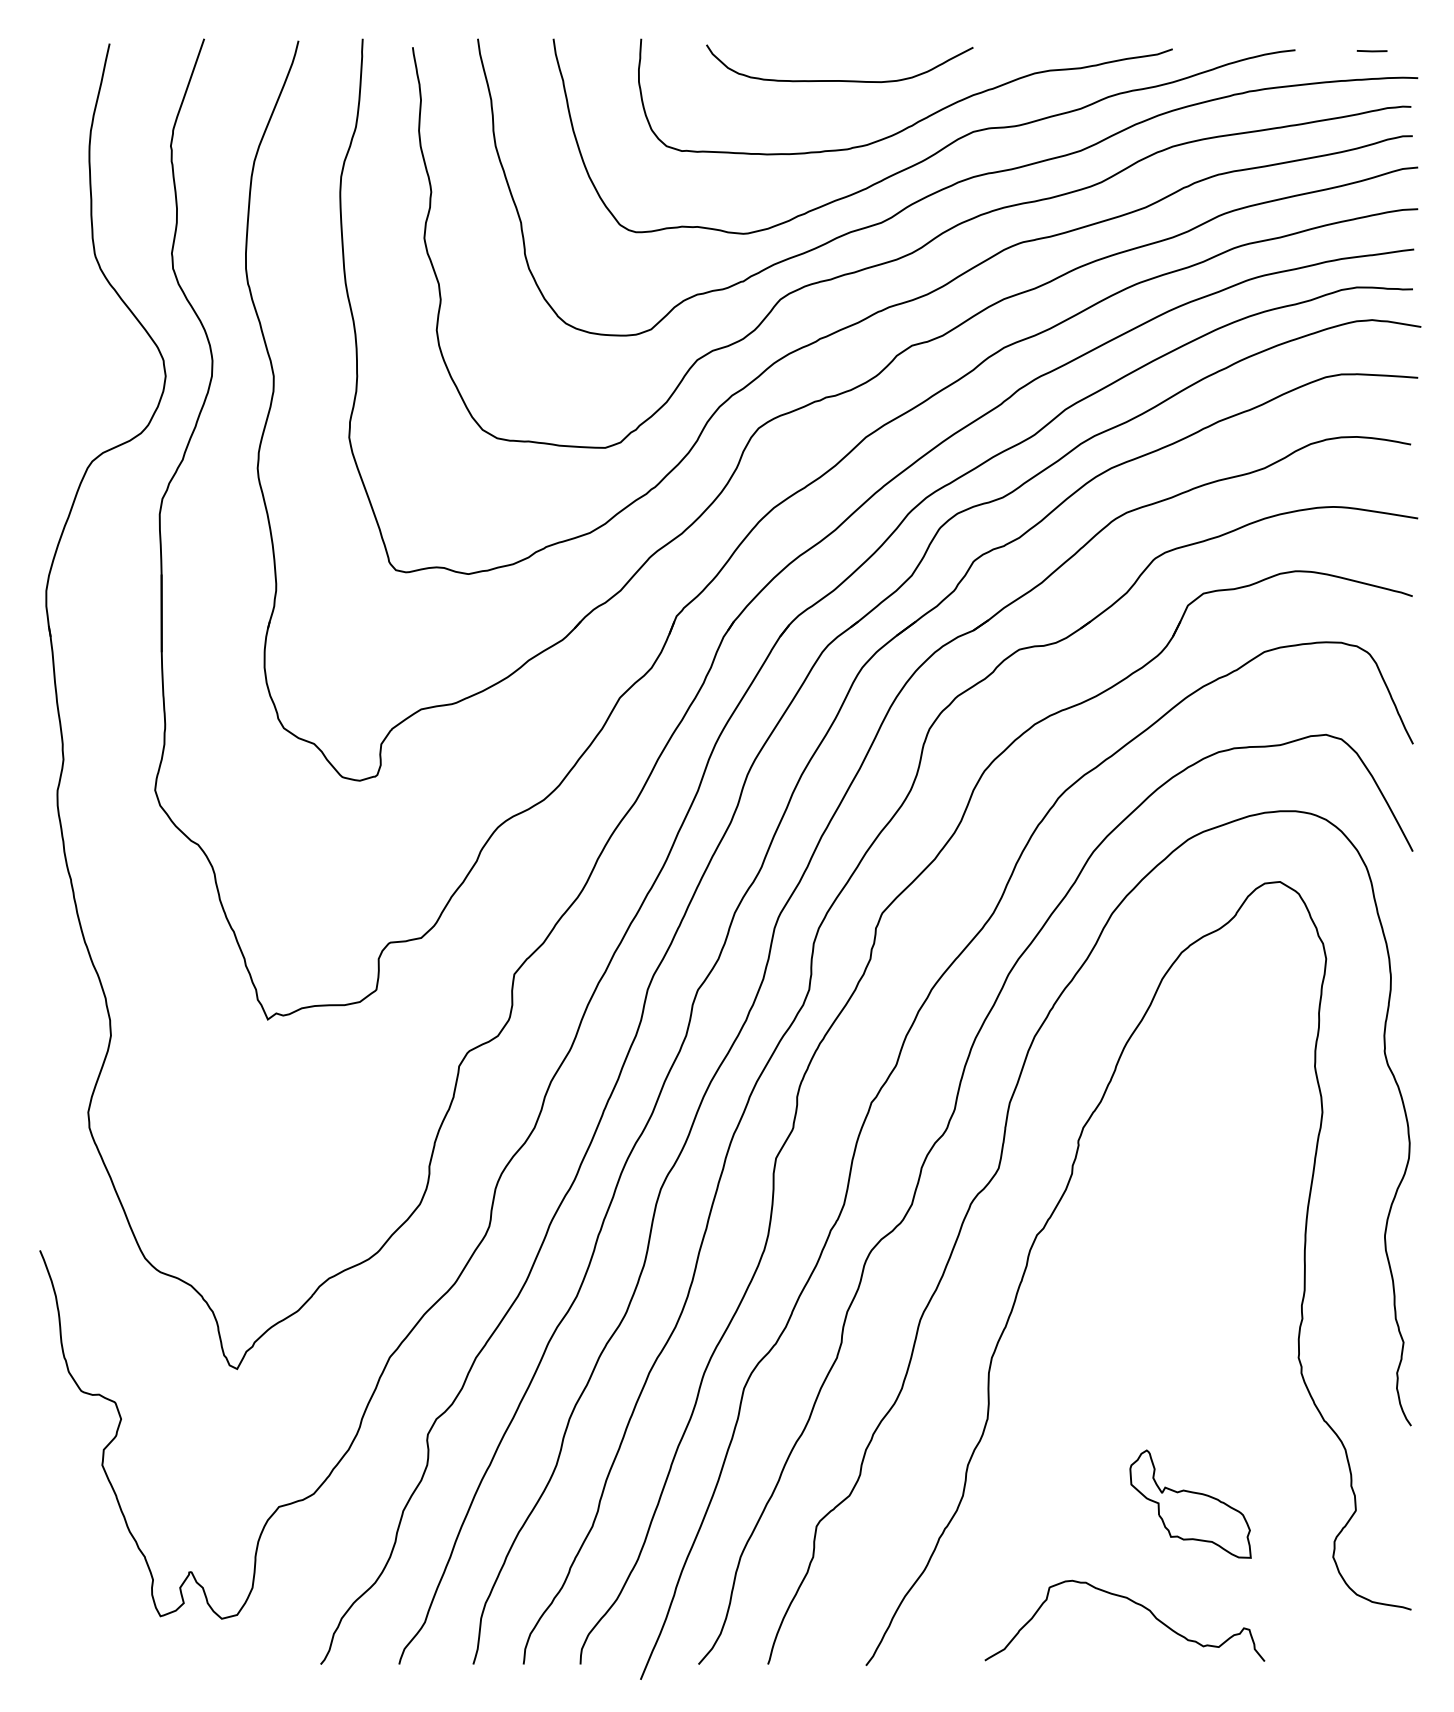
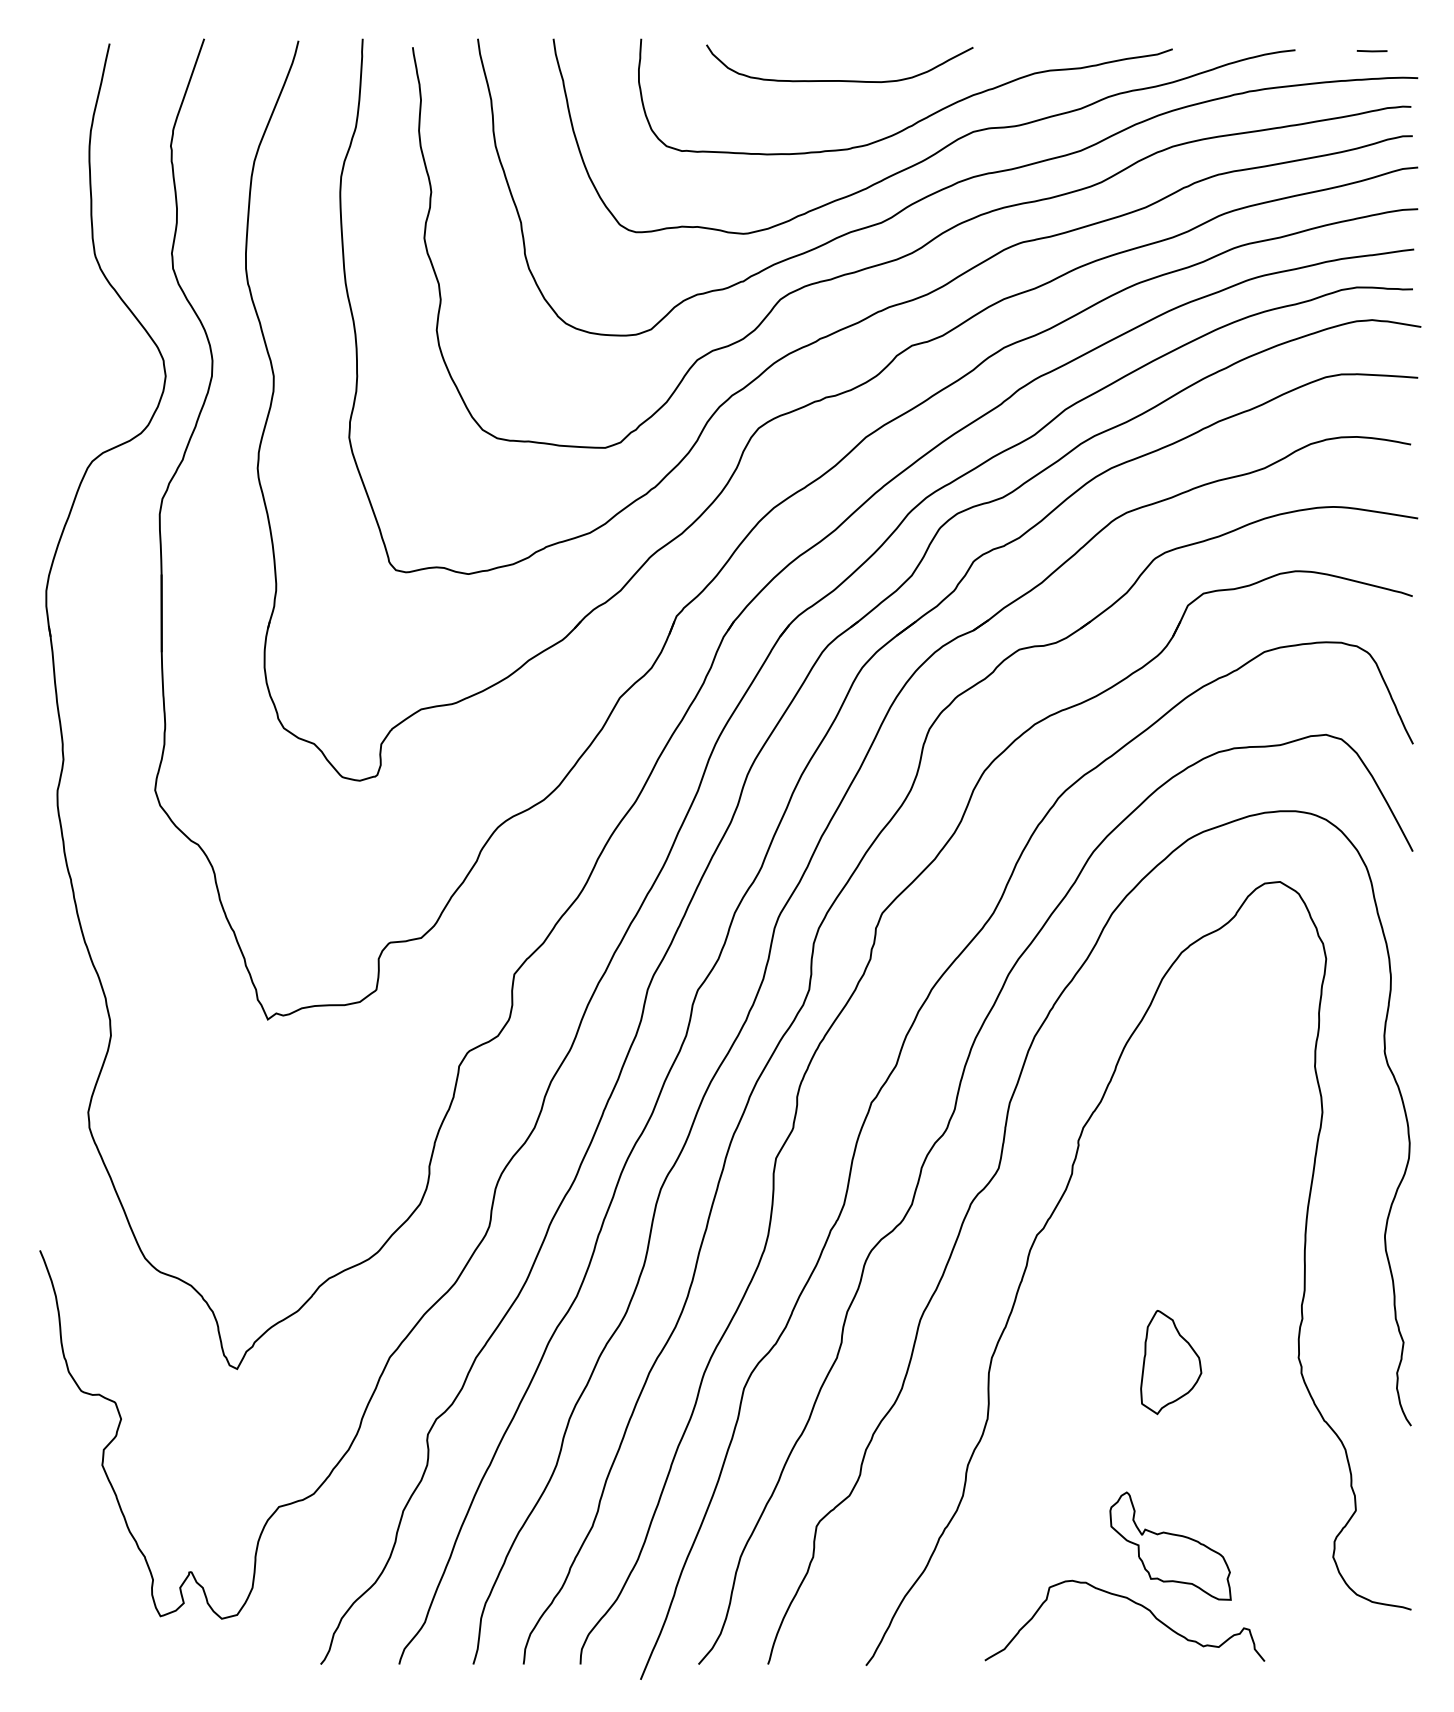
part at (1171, 1362): none -> present
part at (1190, 1503) position: (1190, 1503) -> (1170, 1545)
